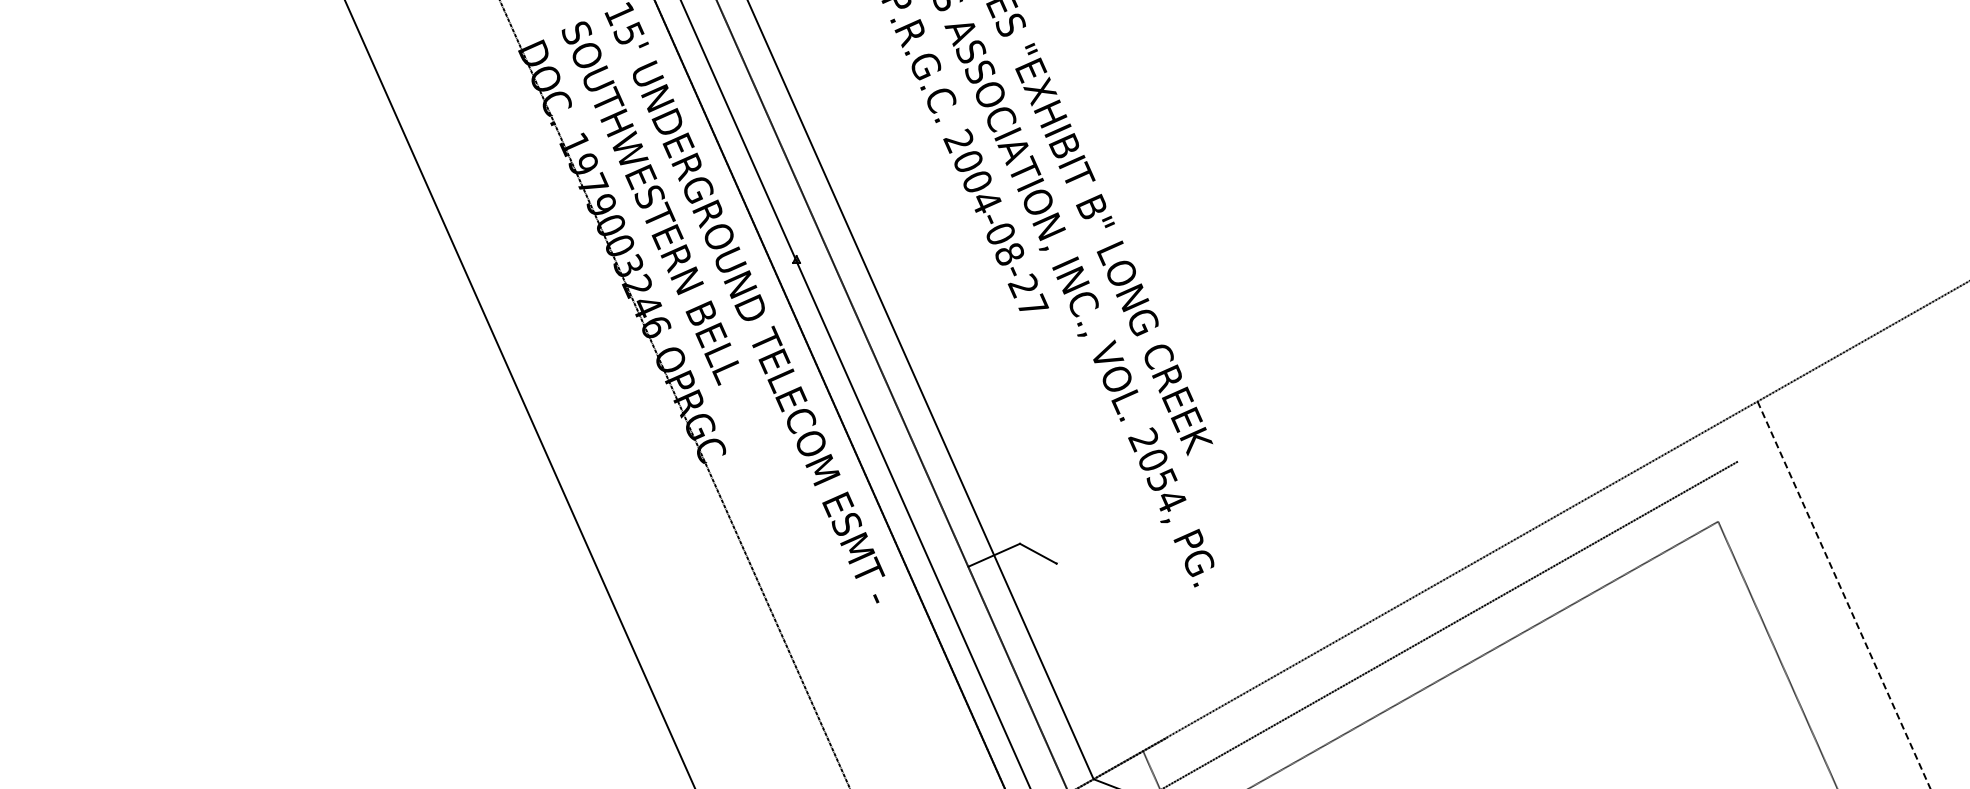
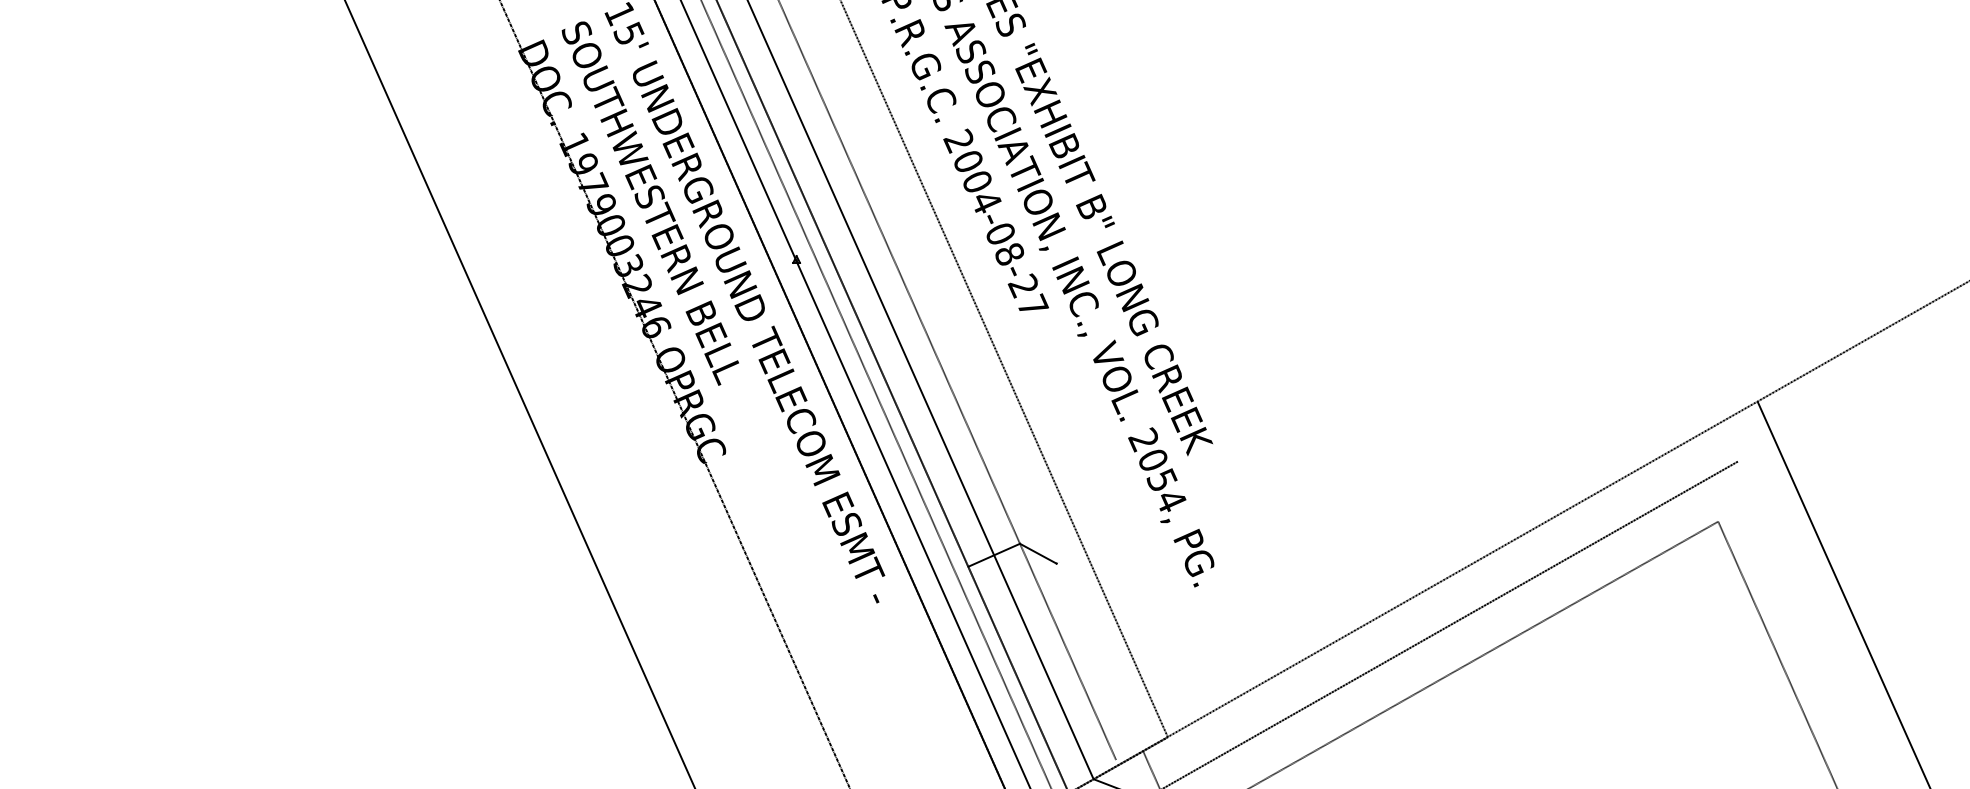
line at (1004, 369): none -> present
line at (947, 381): none -> present
line at (875, 393): none -> present
line at (1844, 595): dashed -> solid
